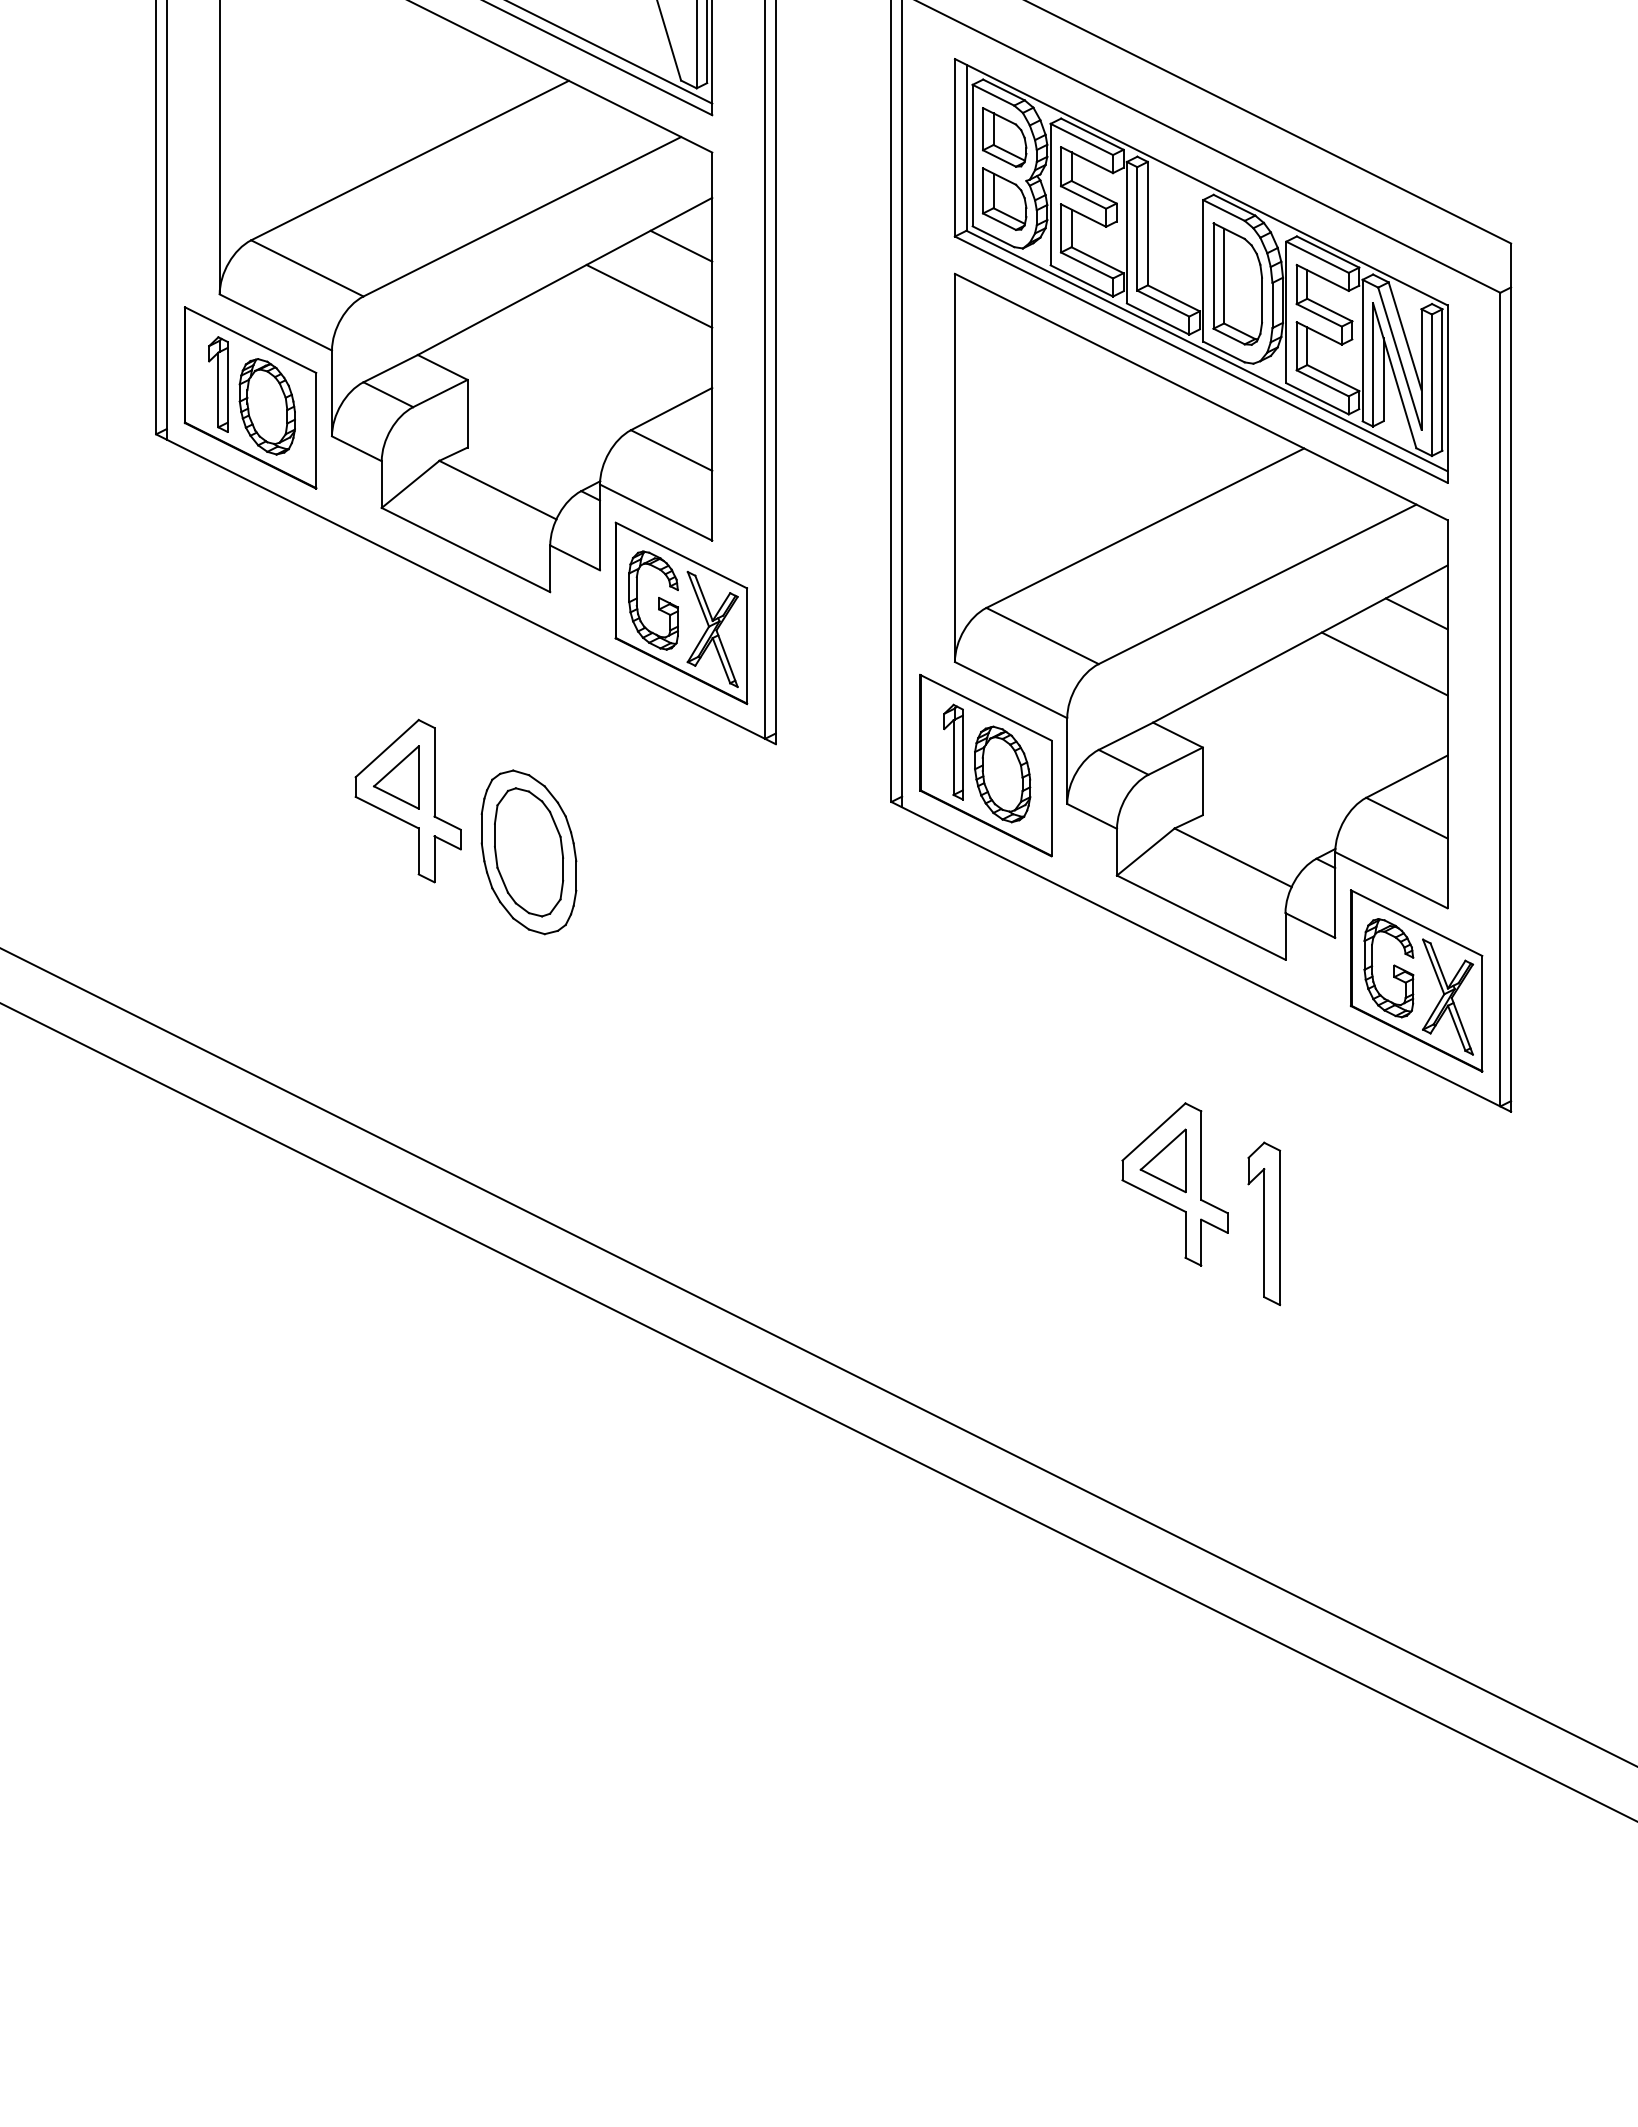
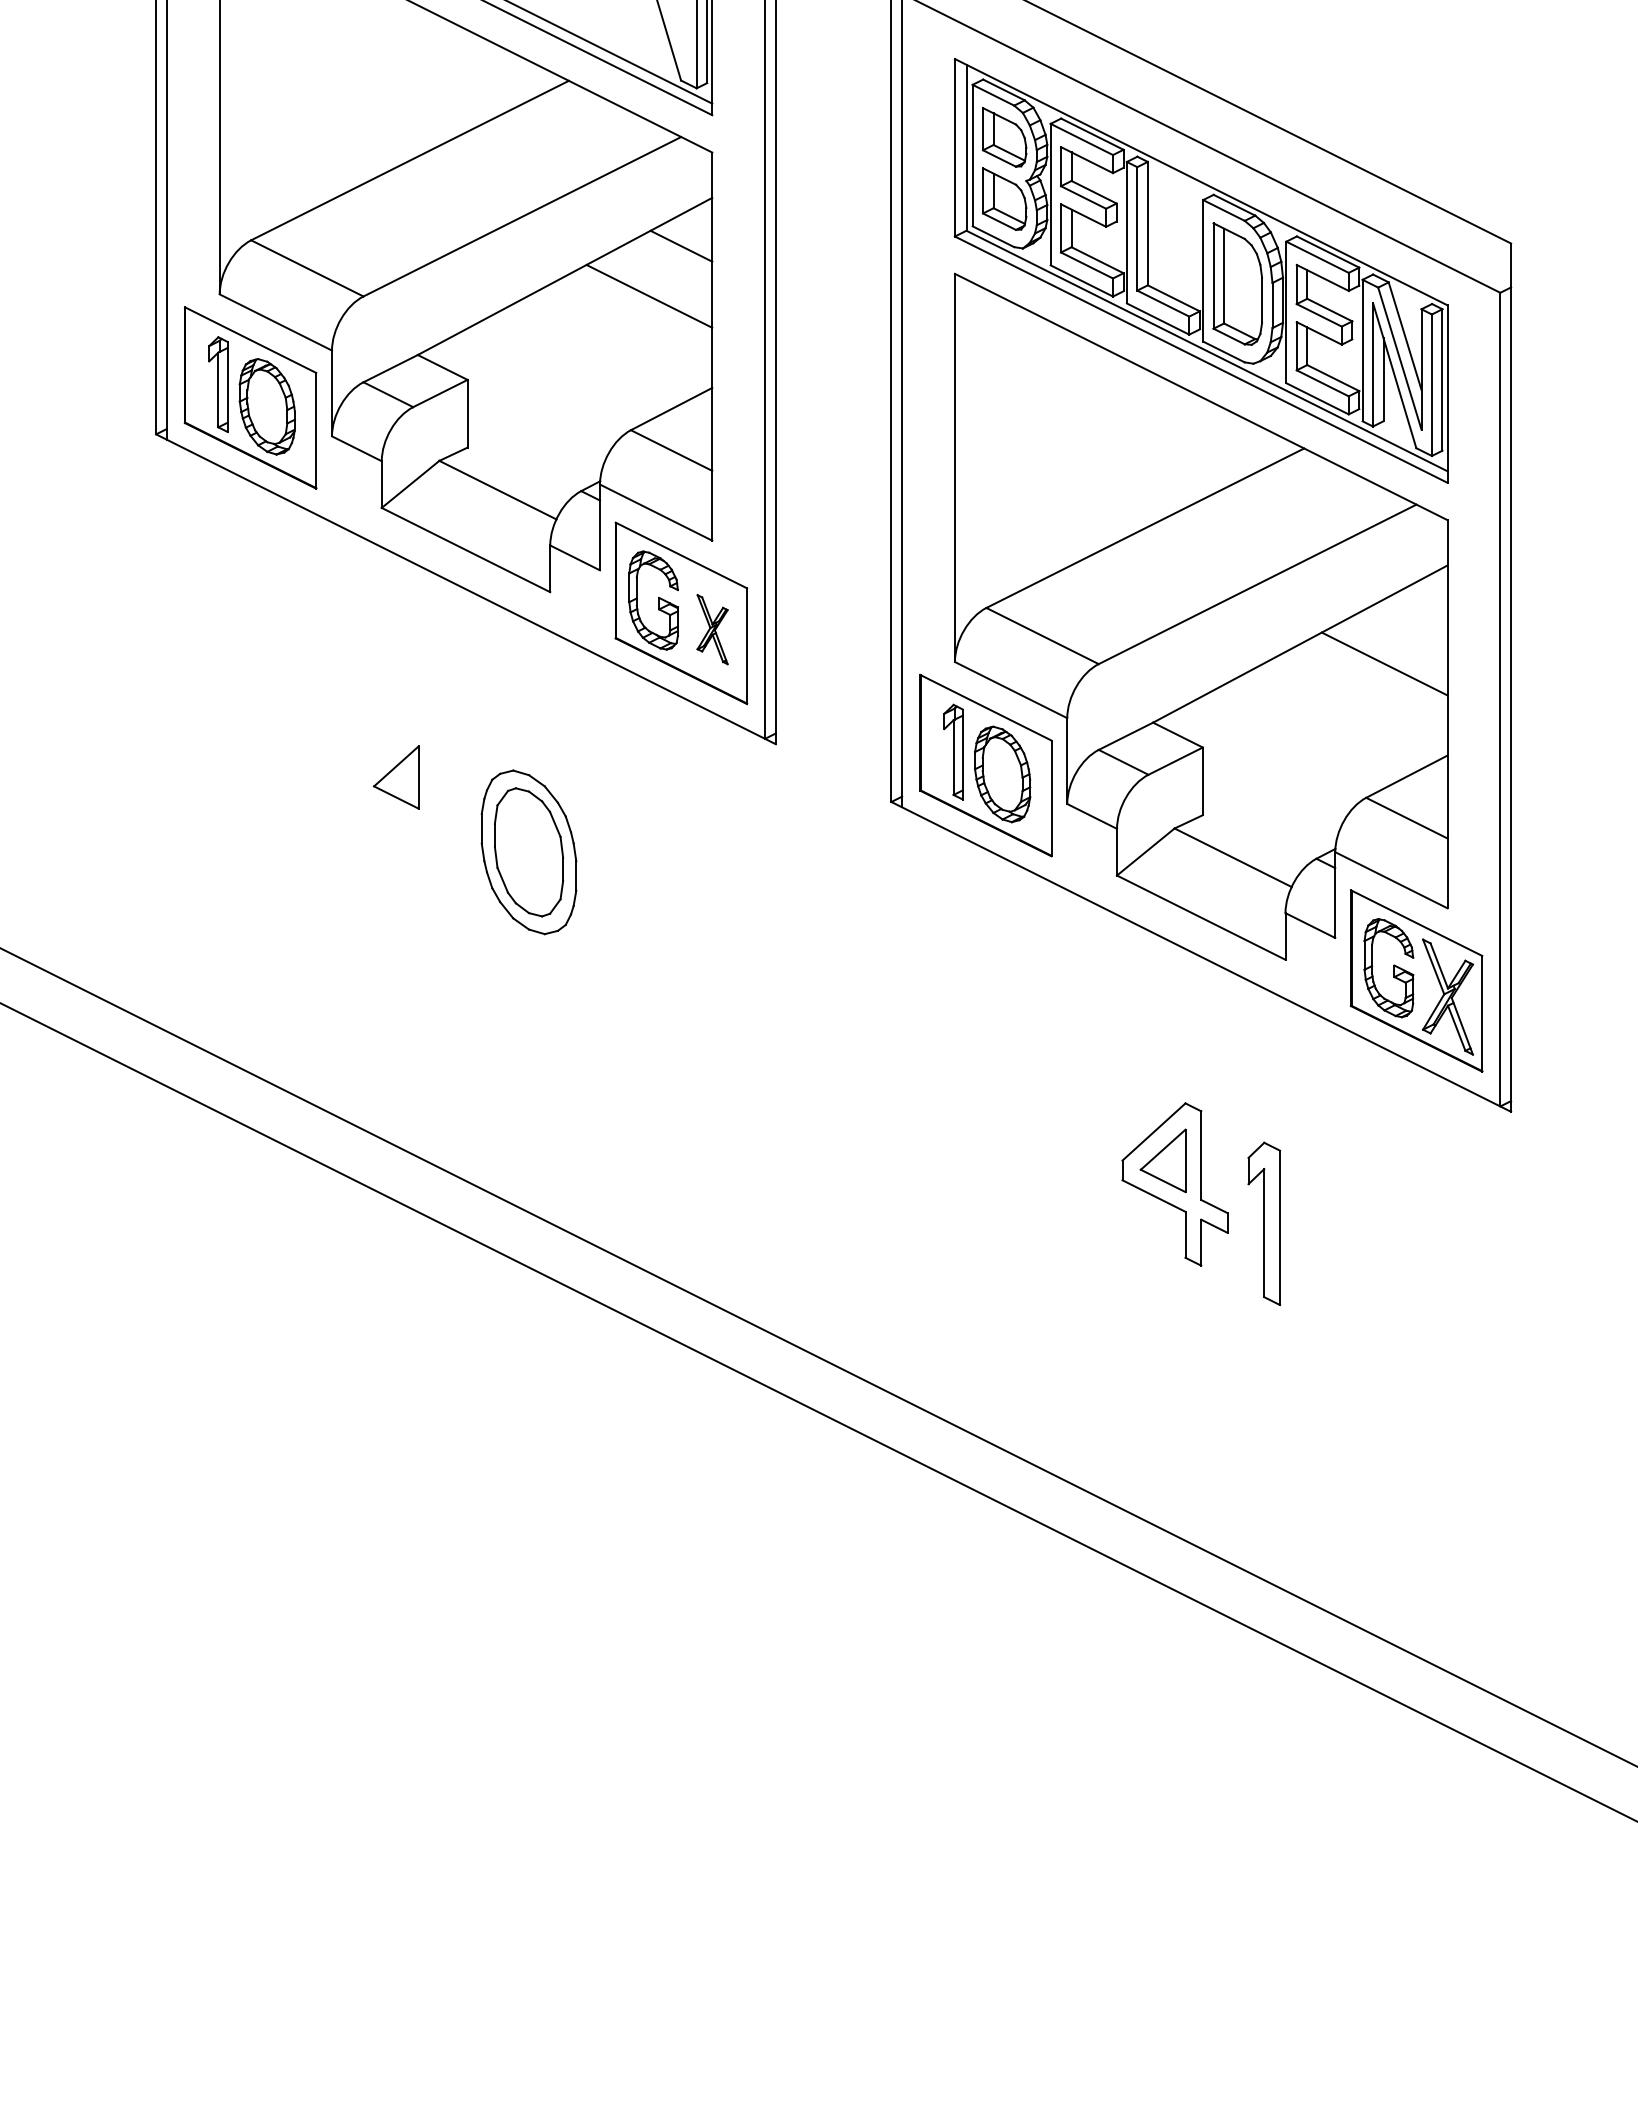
line at (1416, 613): present -> none
part at (712, 629) size: 53x118 px -> 33x72 px
part at (407, 800): present -> none
